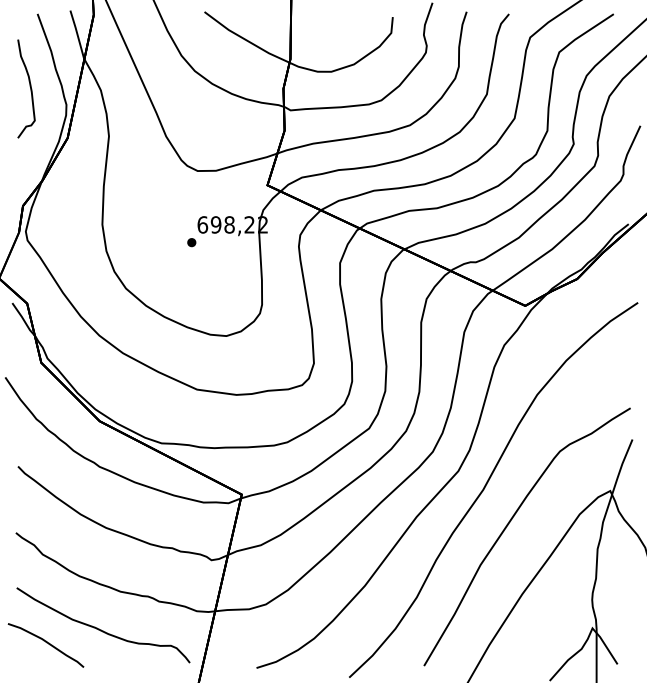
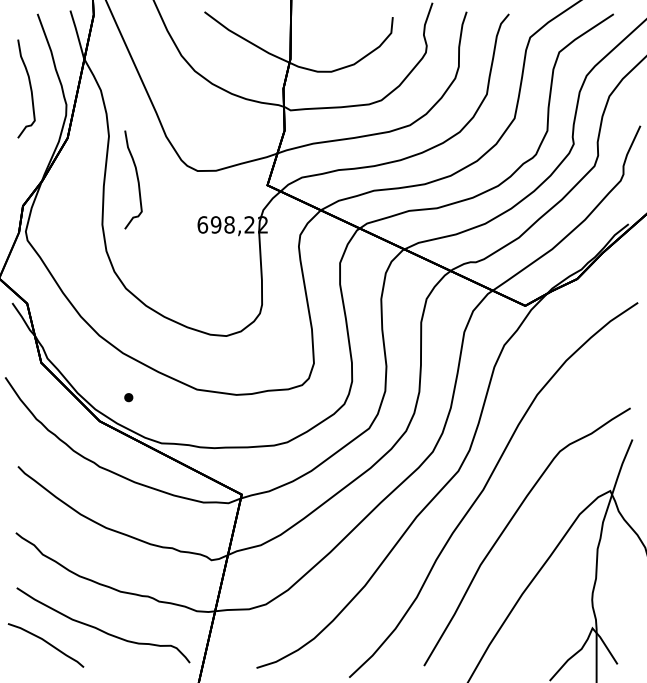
curve at (136, 177): none -> present
part at (191, 242) position: (191, 242) -> (128, 397)
